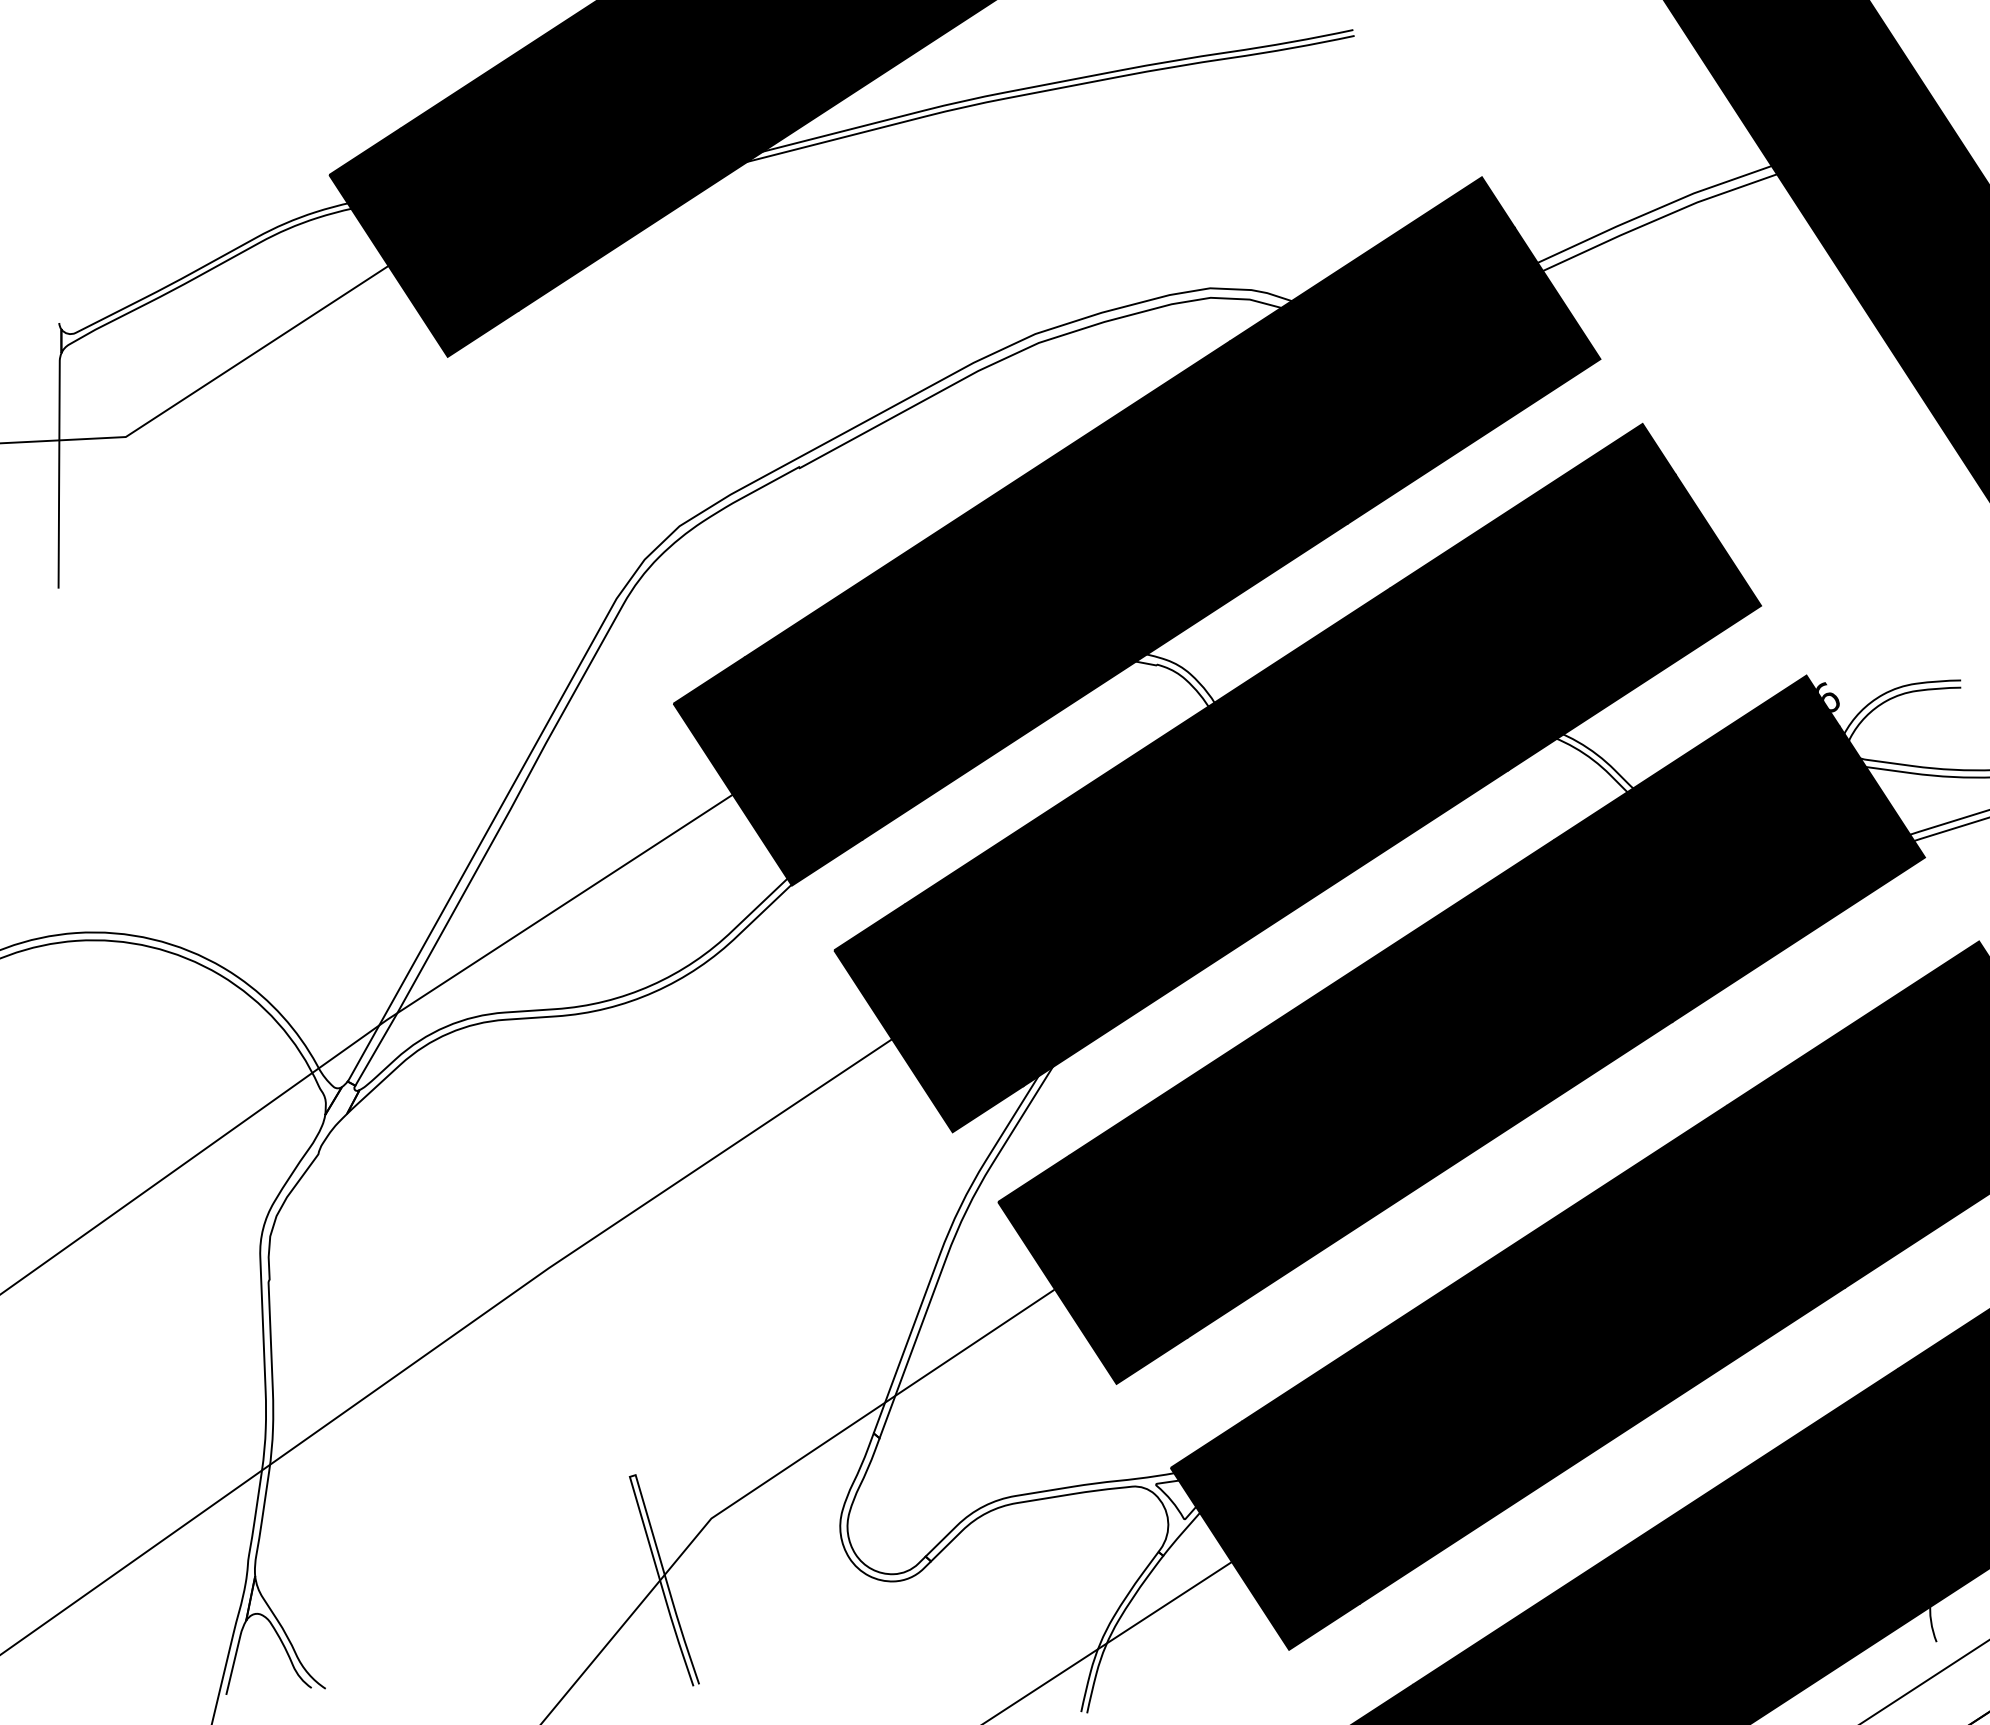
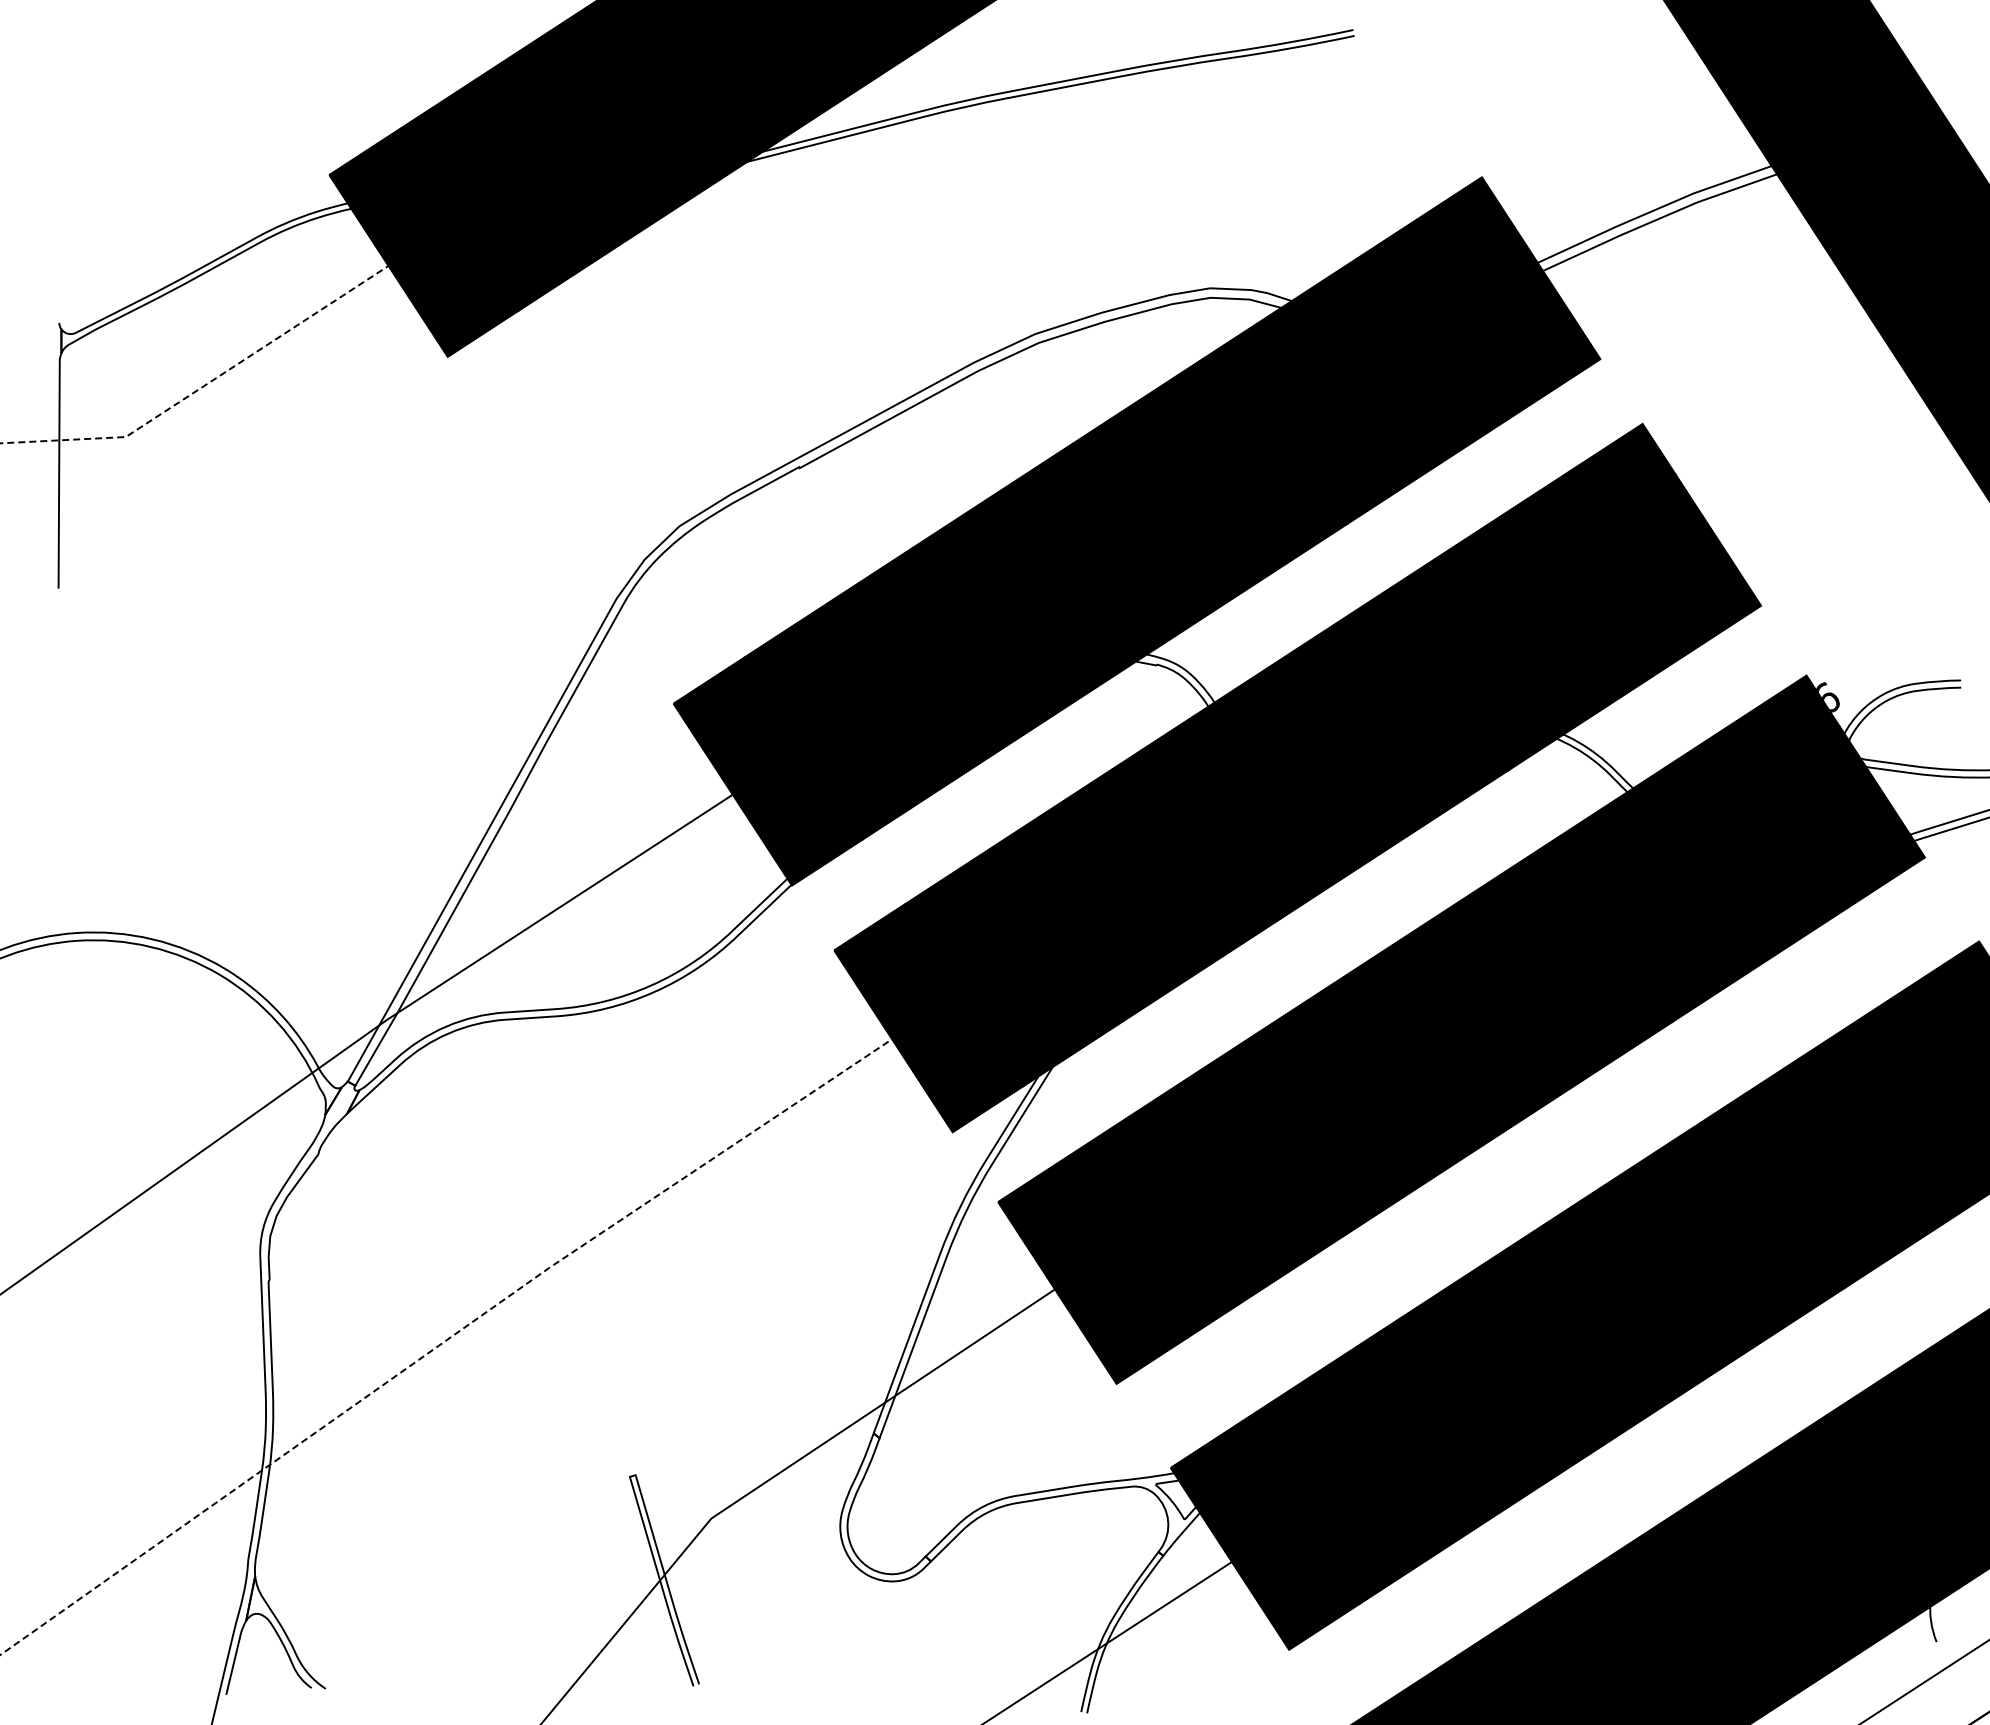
line at (204, 385): solid -> dashed
line at (444, 1341): solid -> dashed
